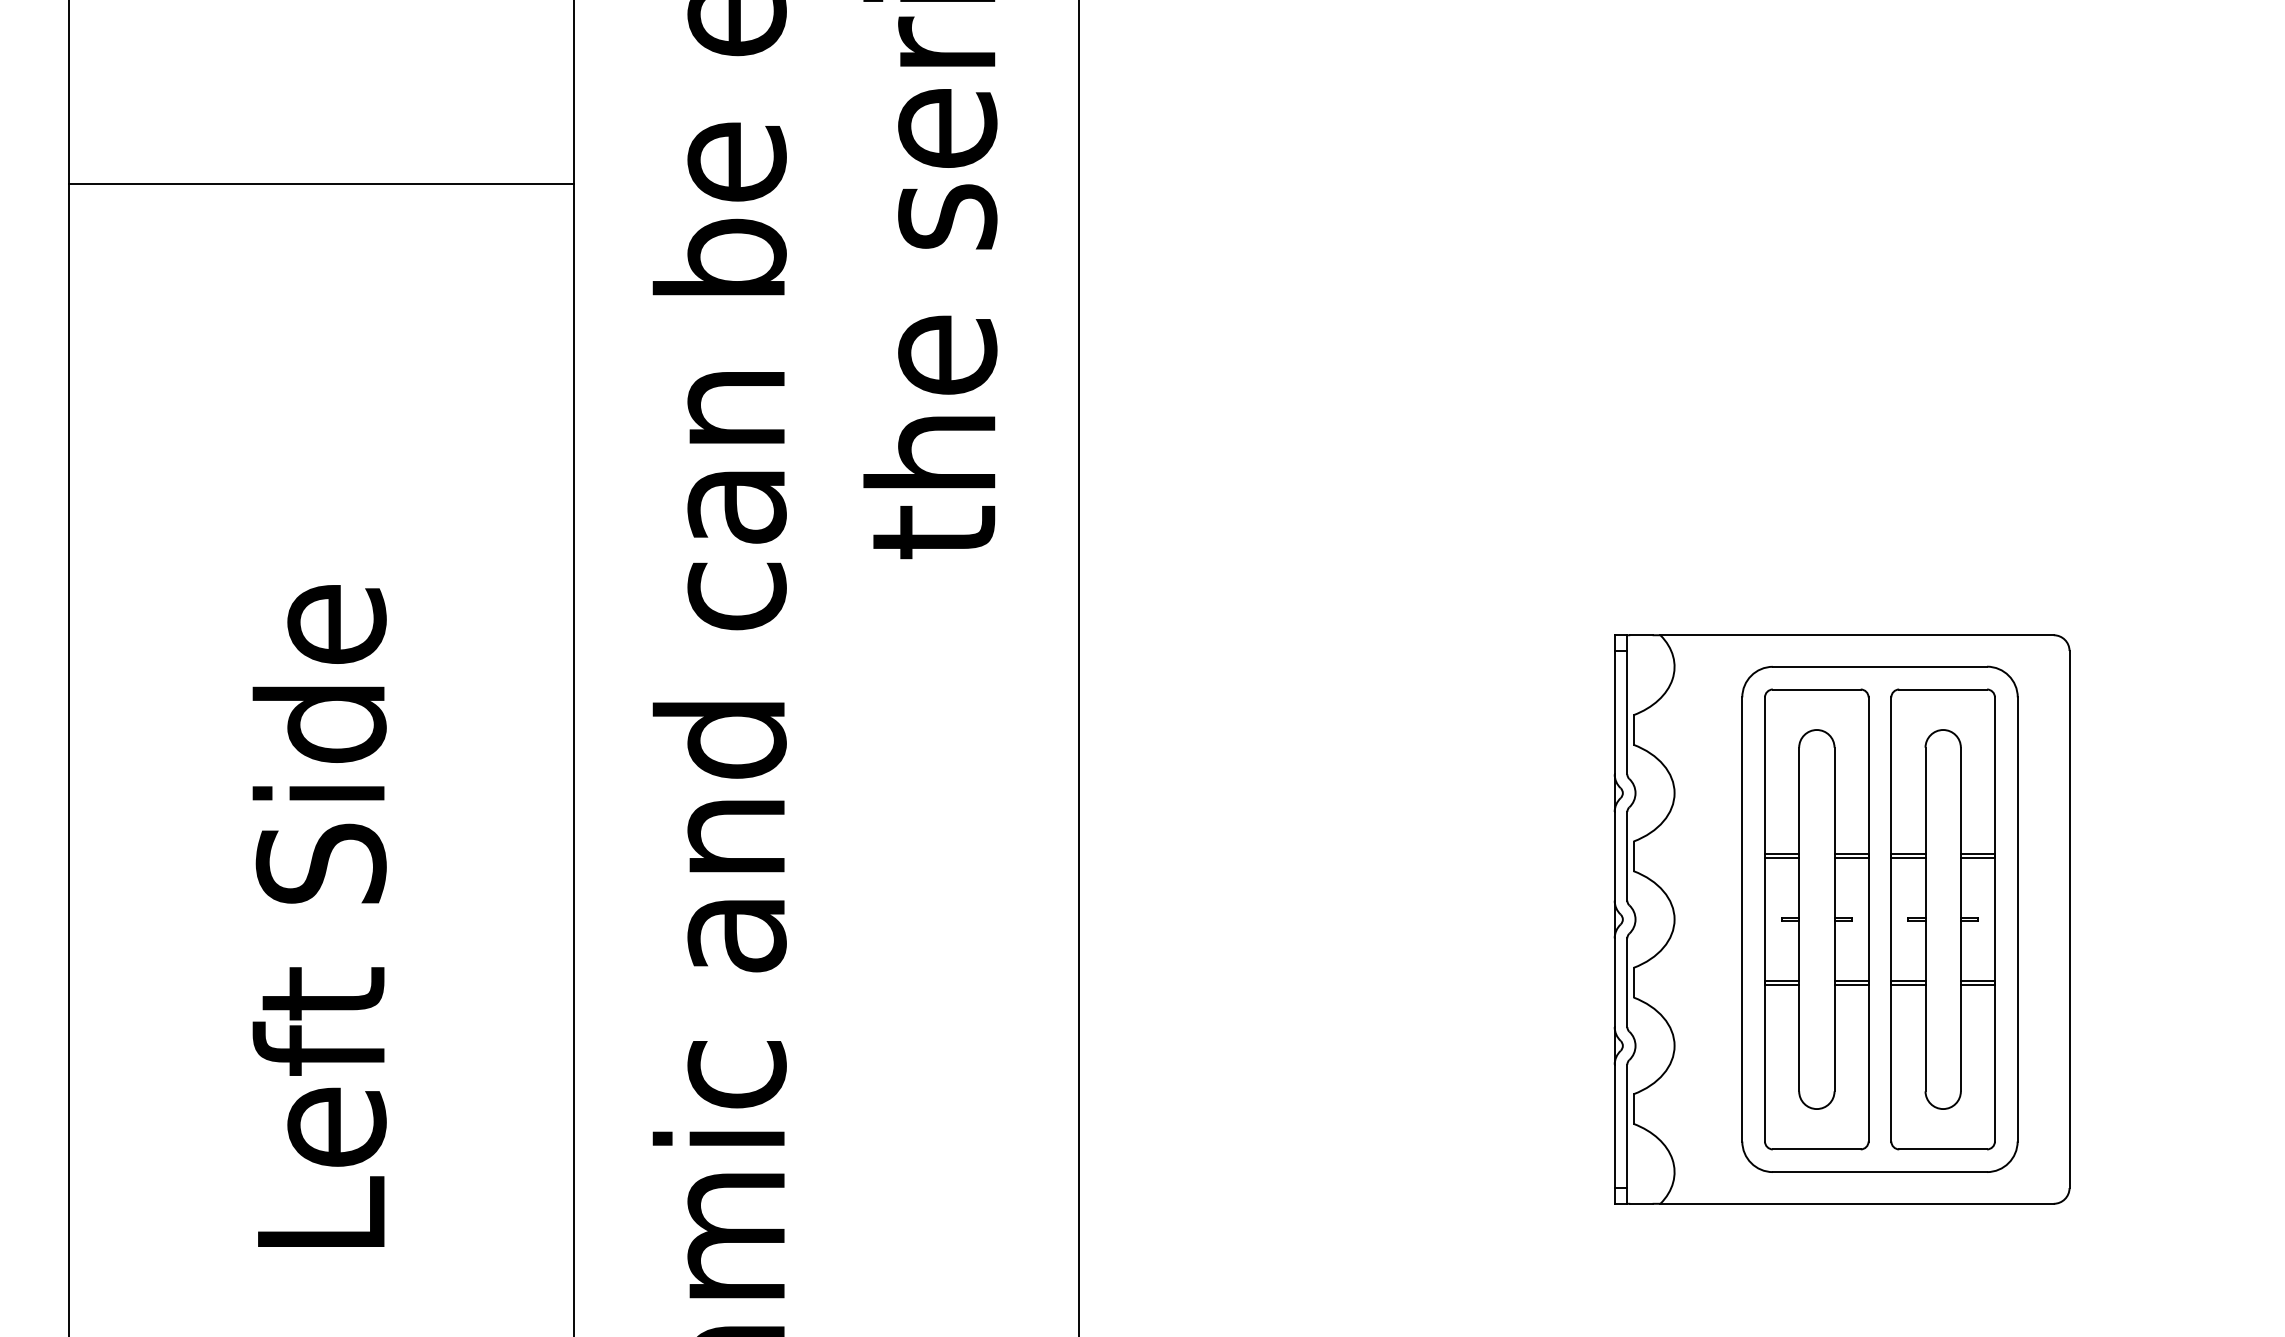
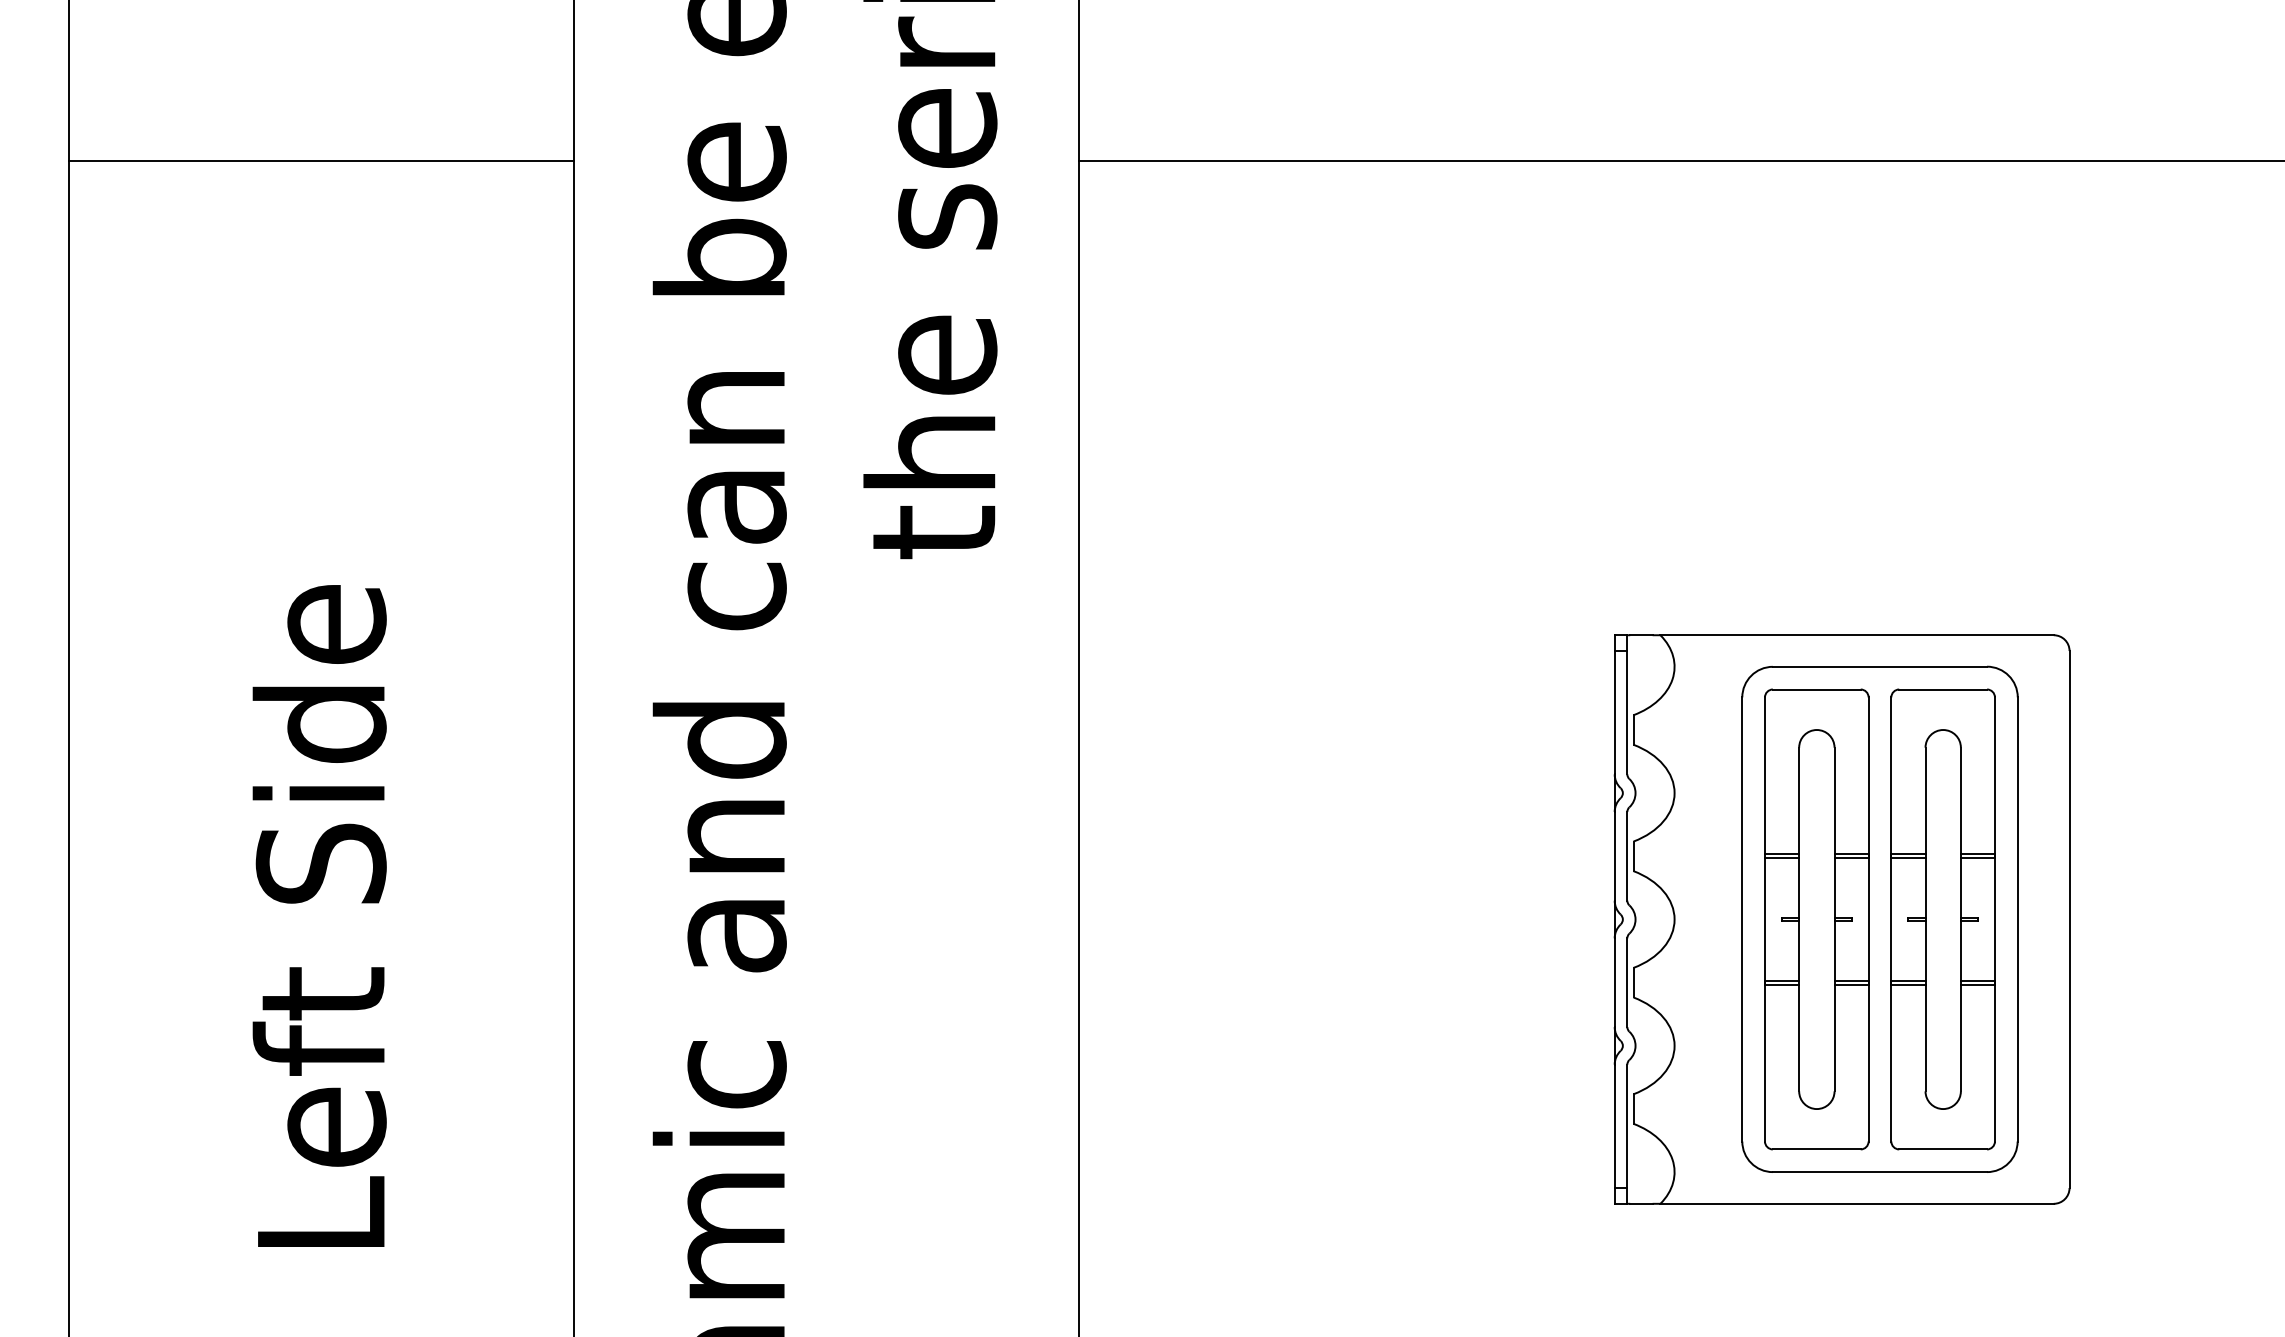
line at (1680, 161): none -> present
line at (320, 184) position: (320, 184) -> (320, 161)
